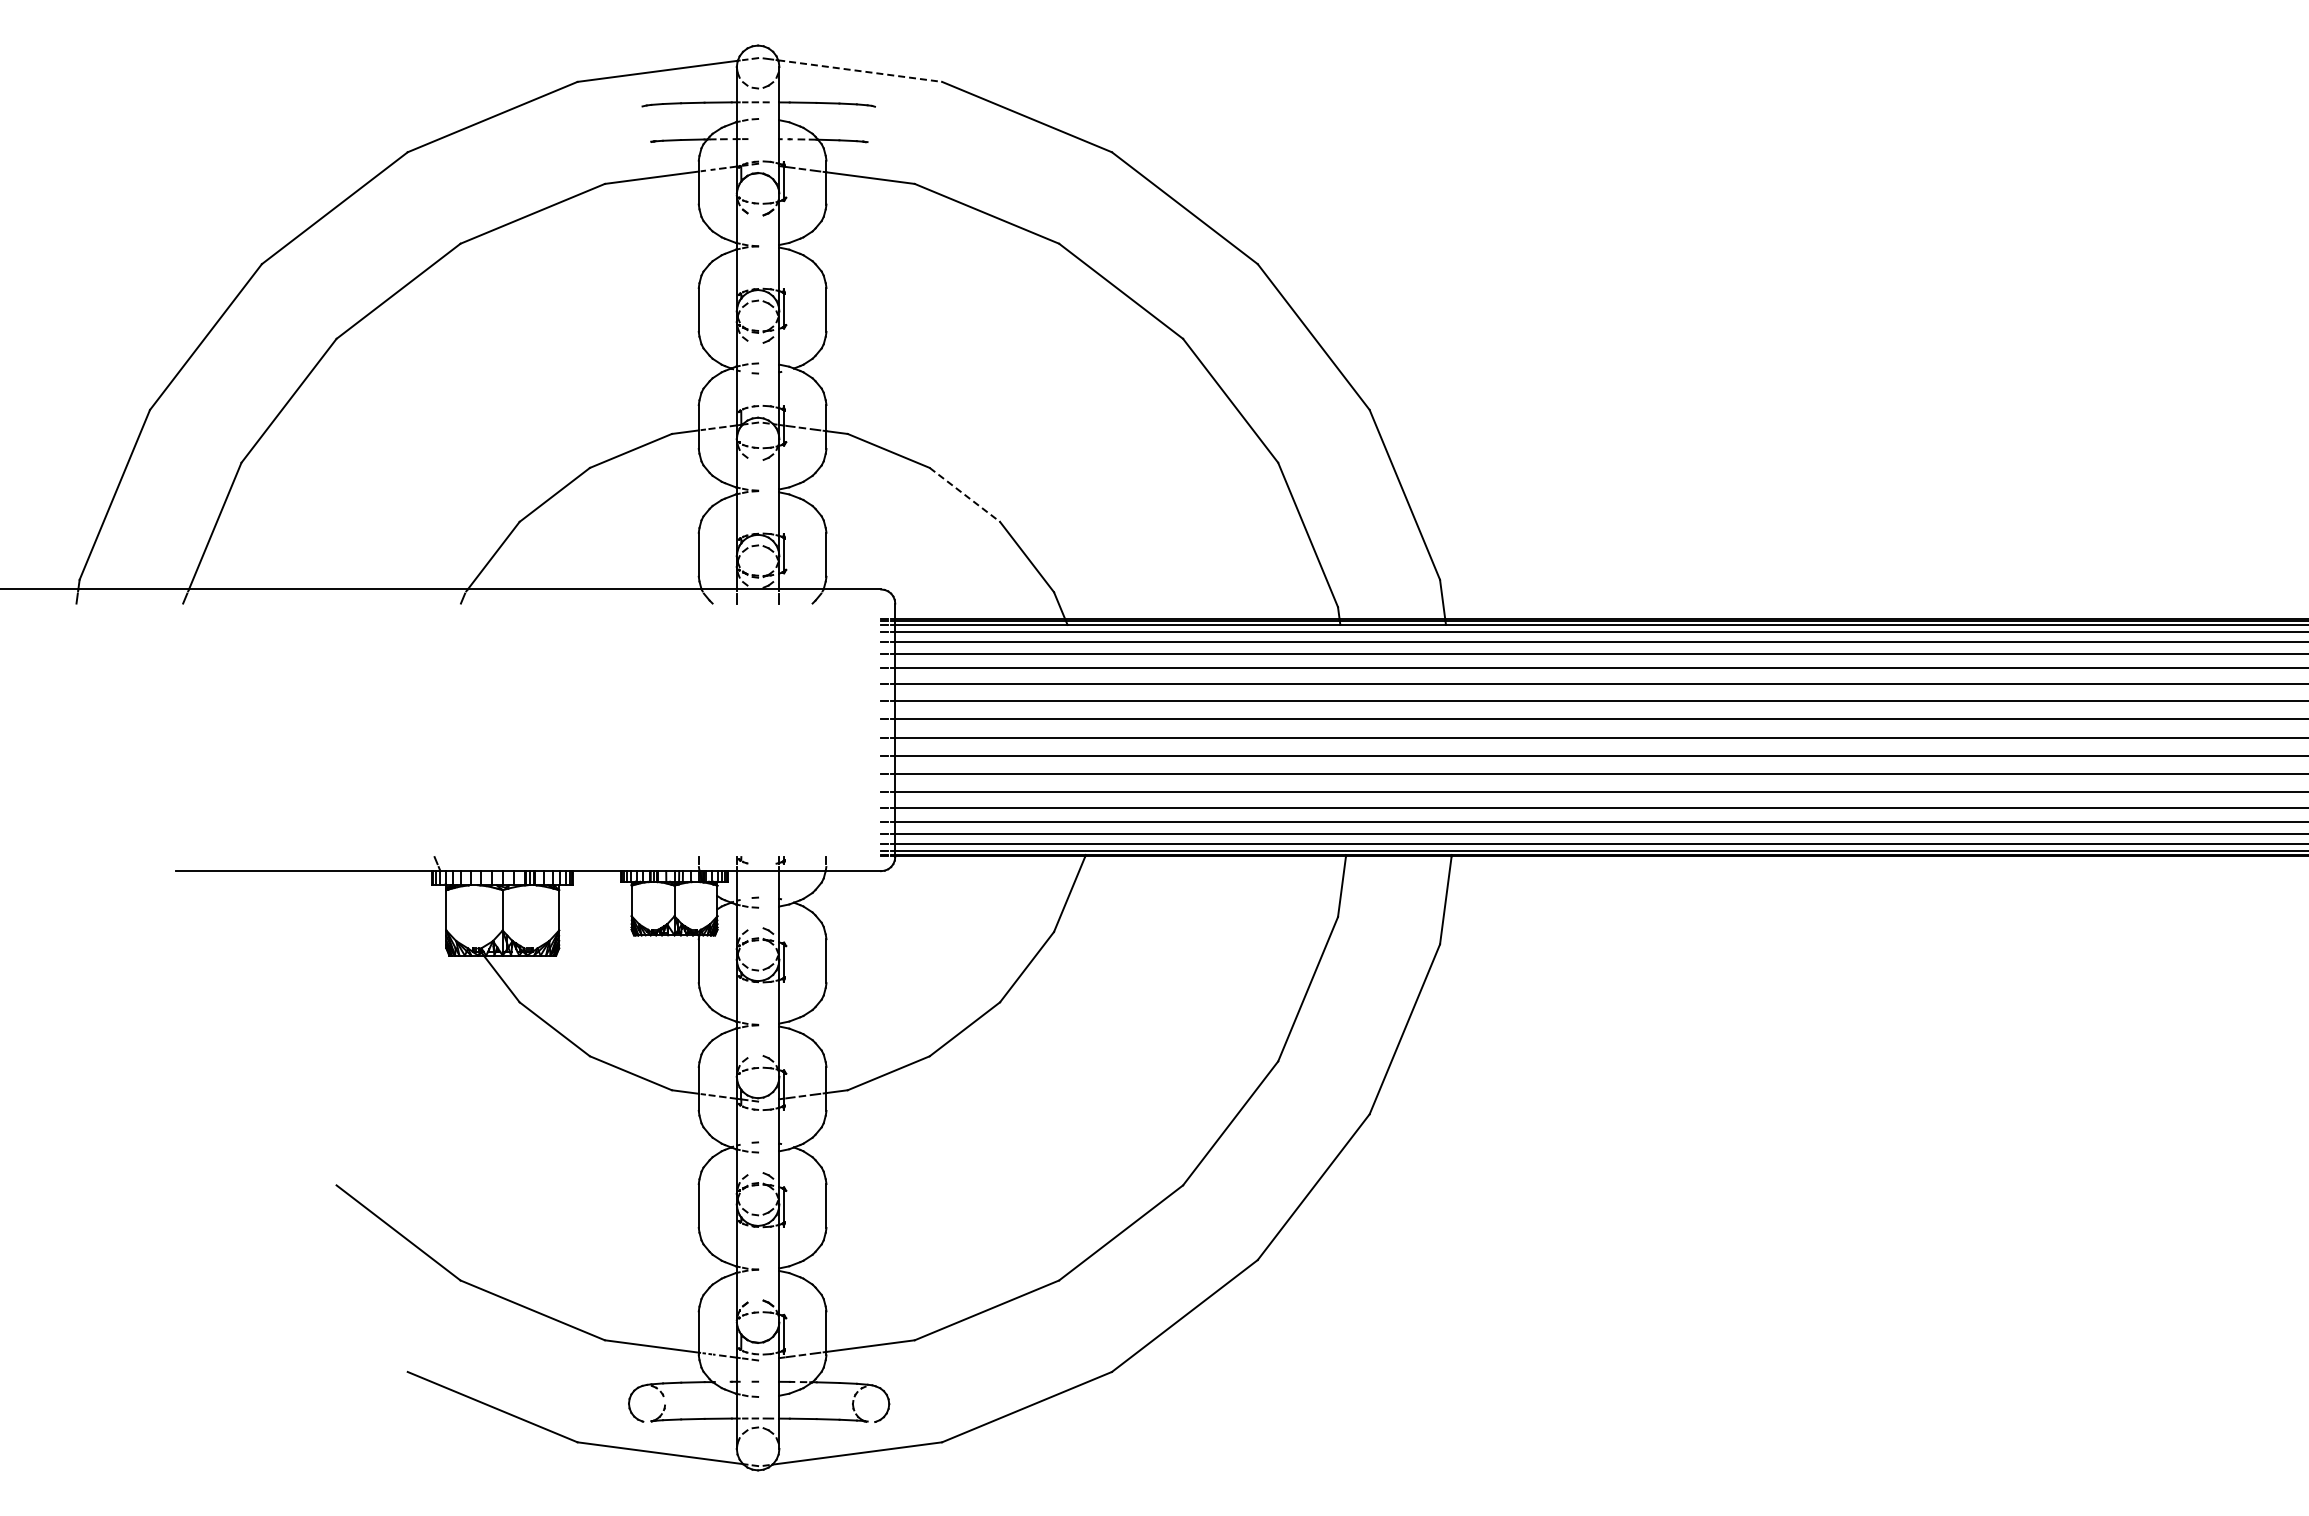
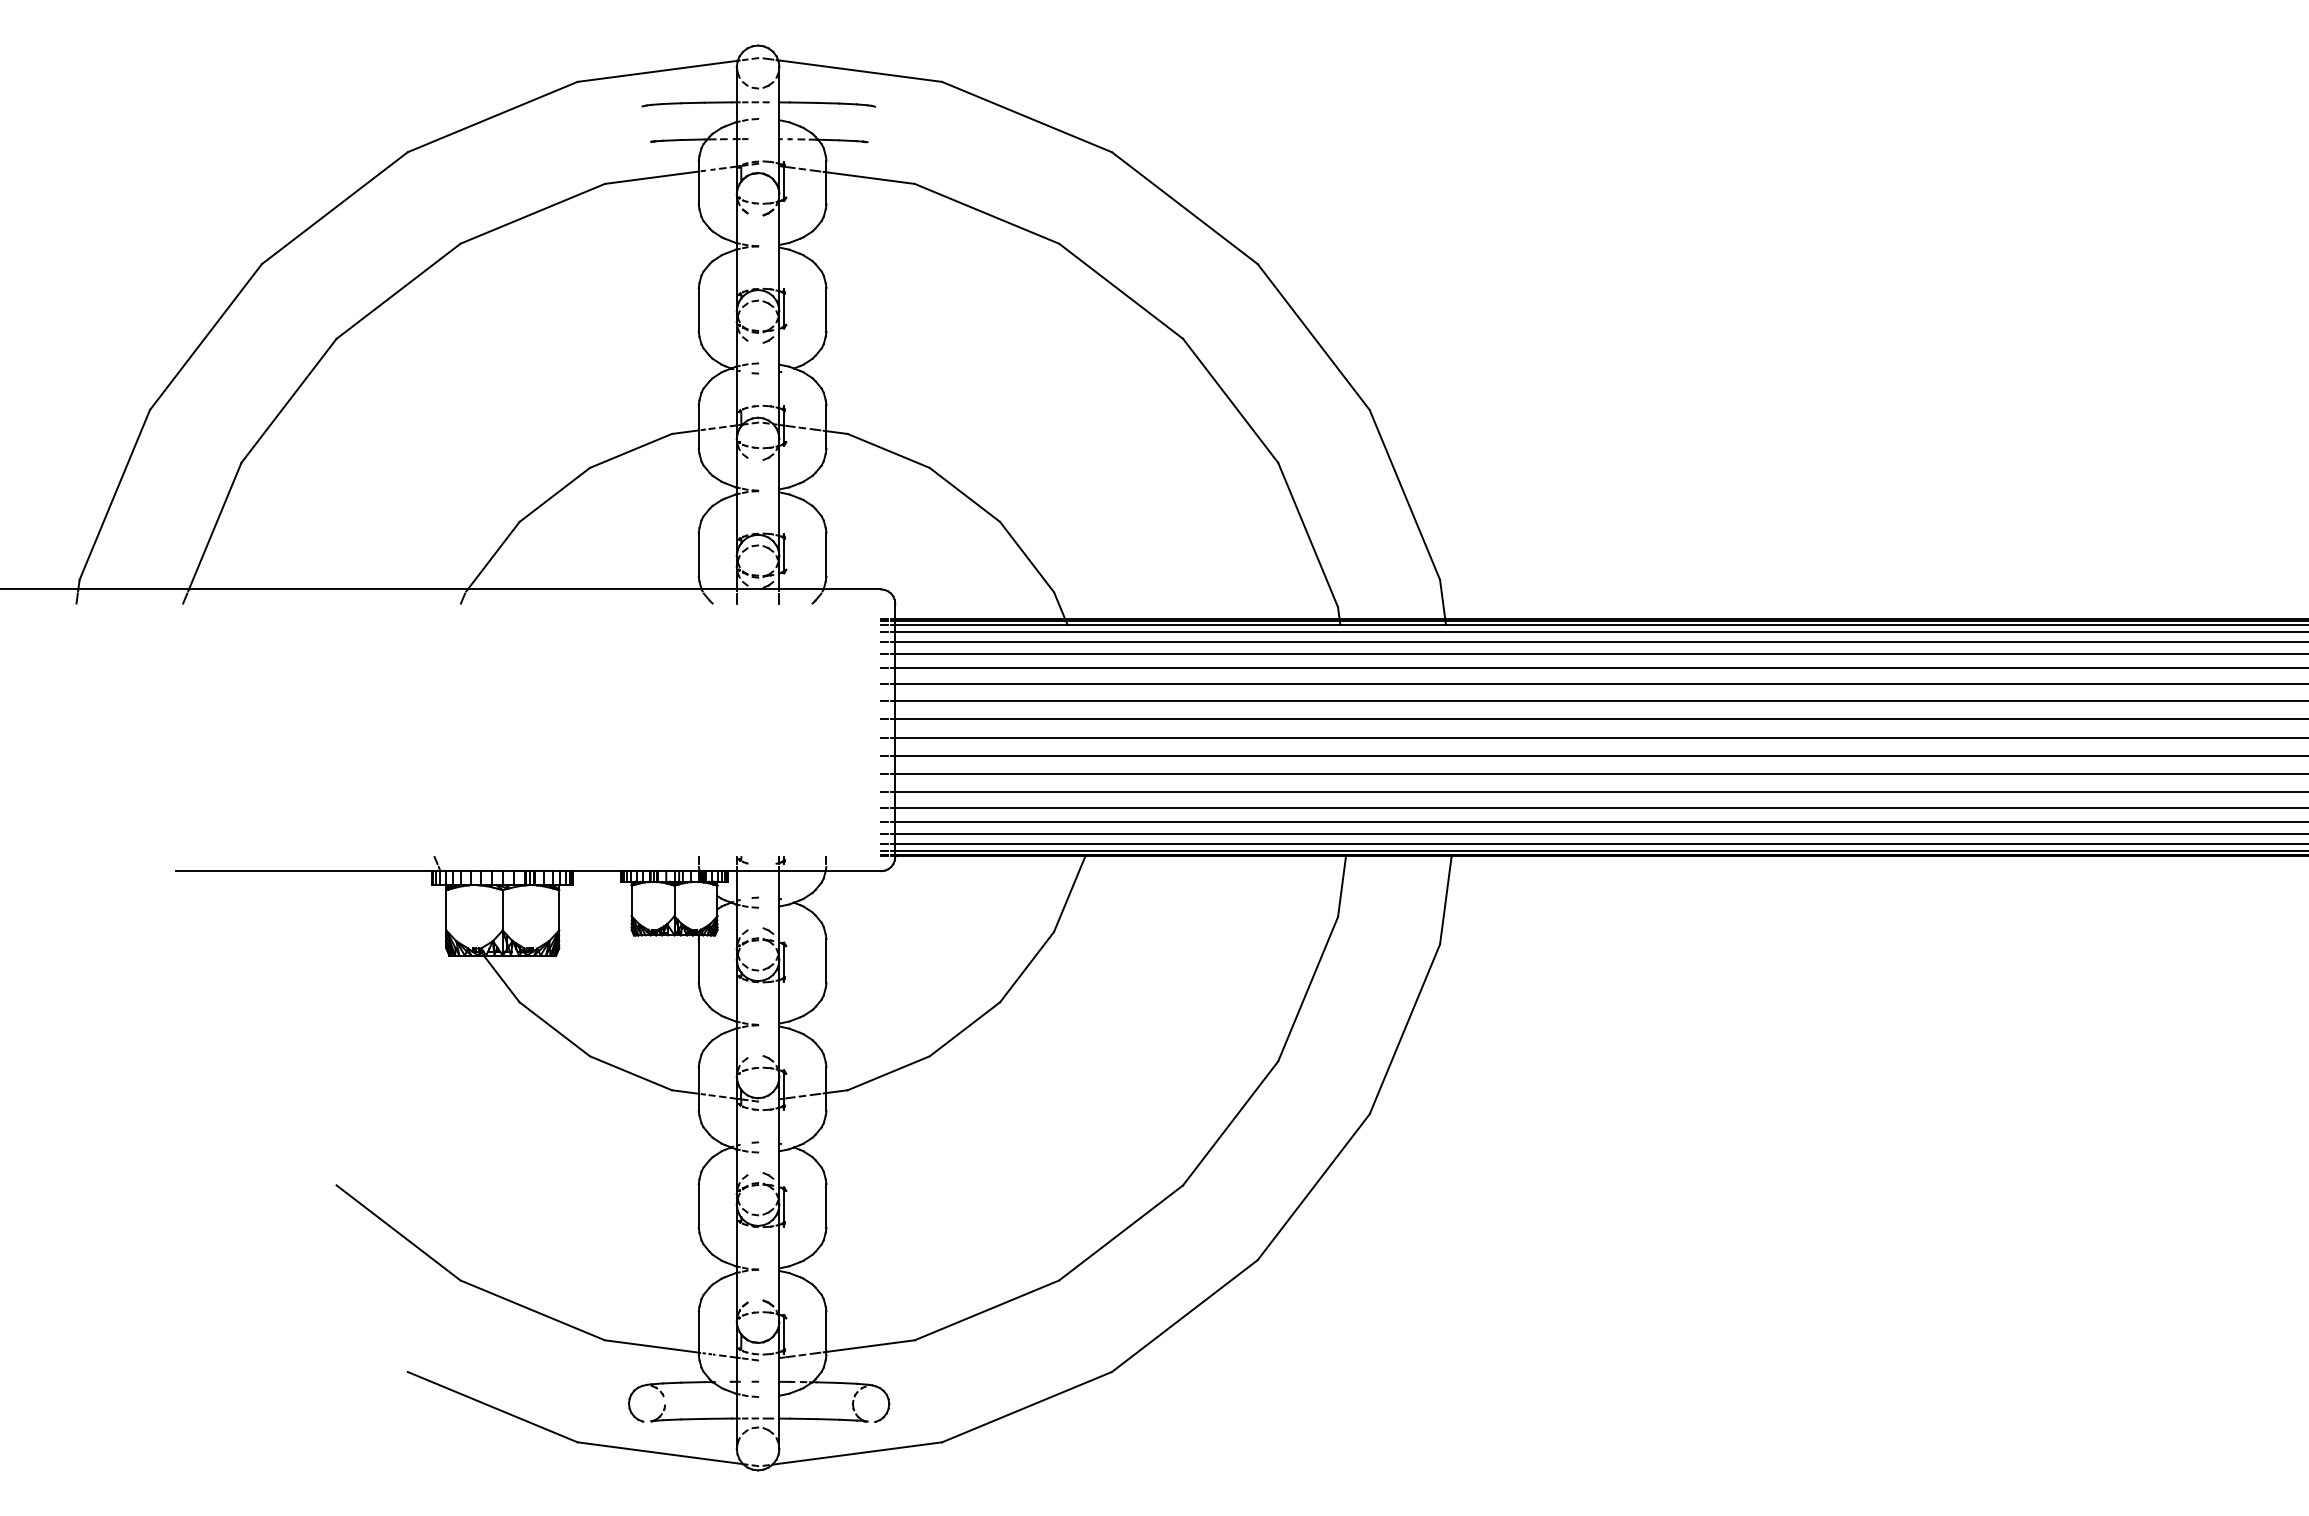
line at (860, 71): dashed -> solid
line at (965, 495): dashed -> solid
